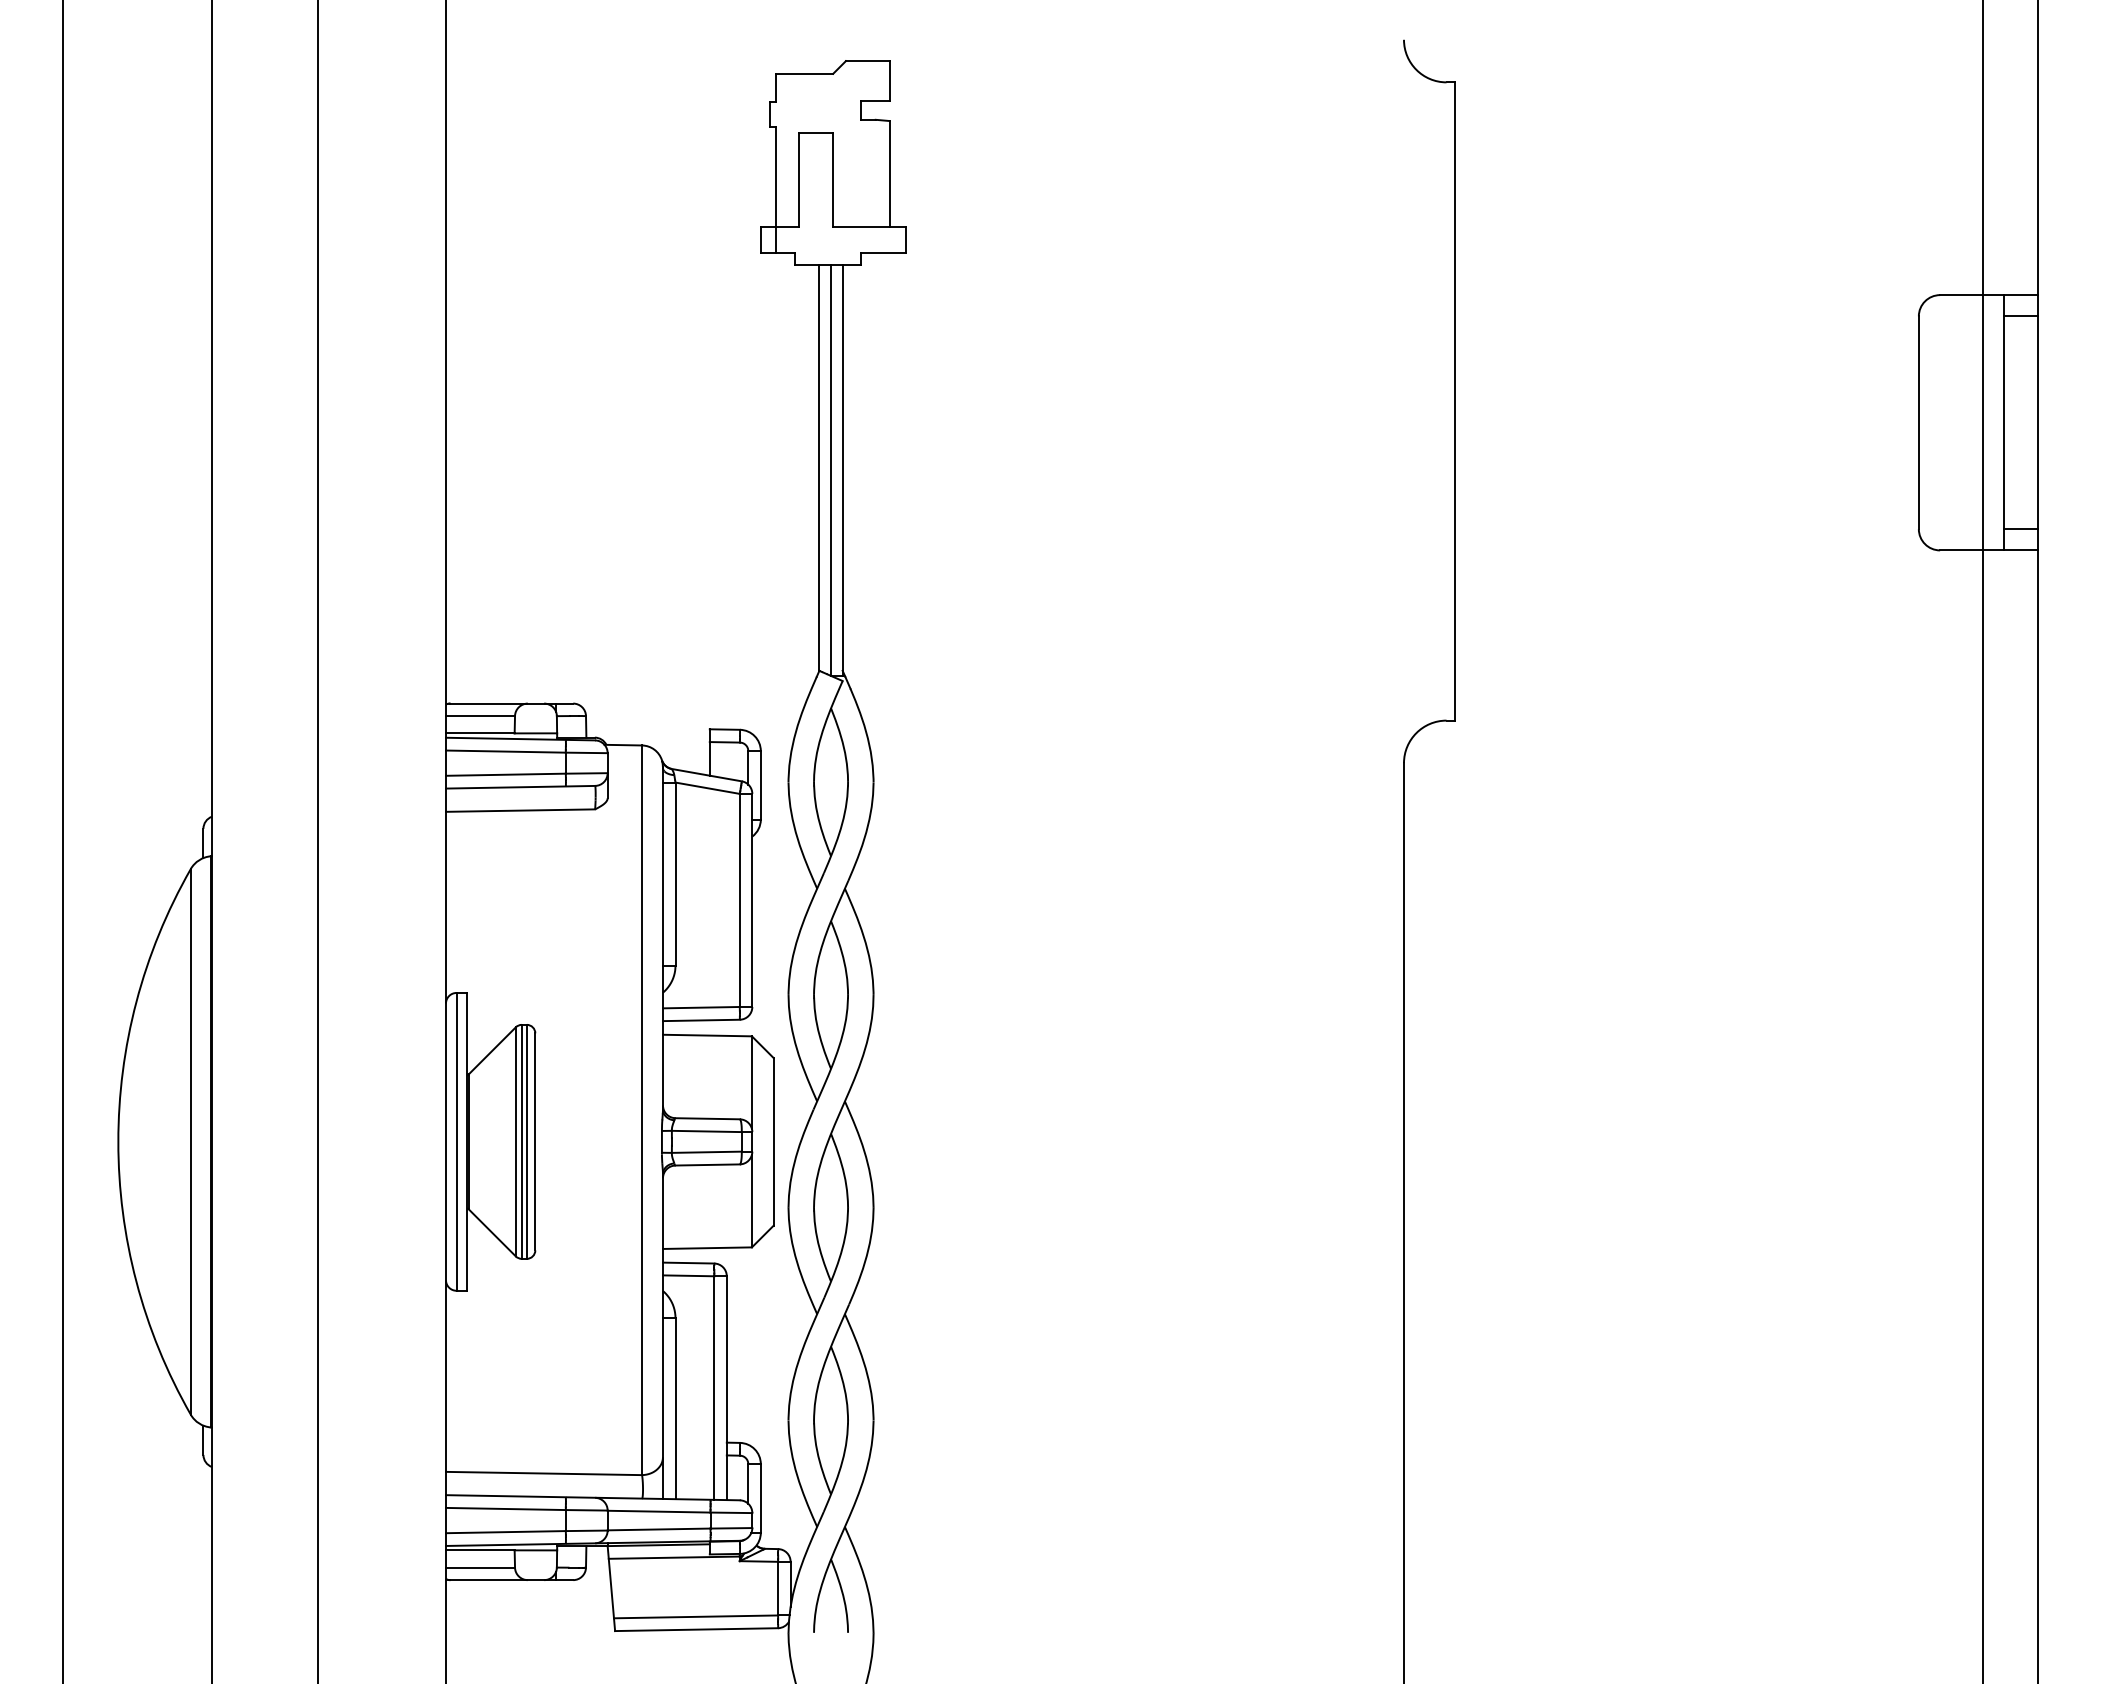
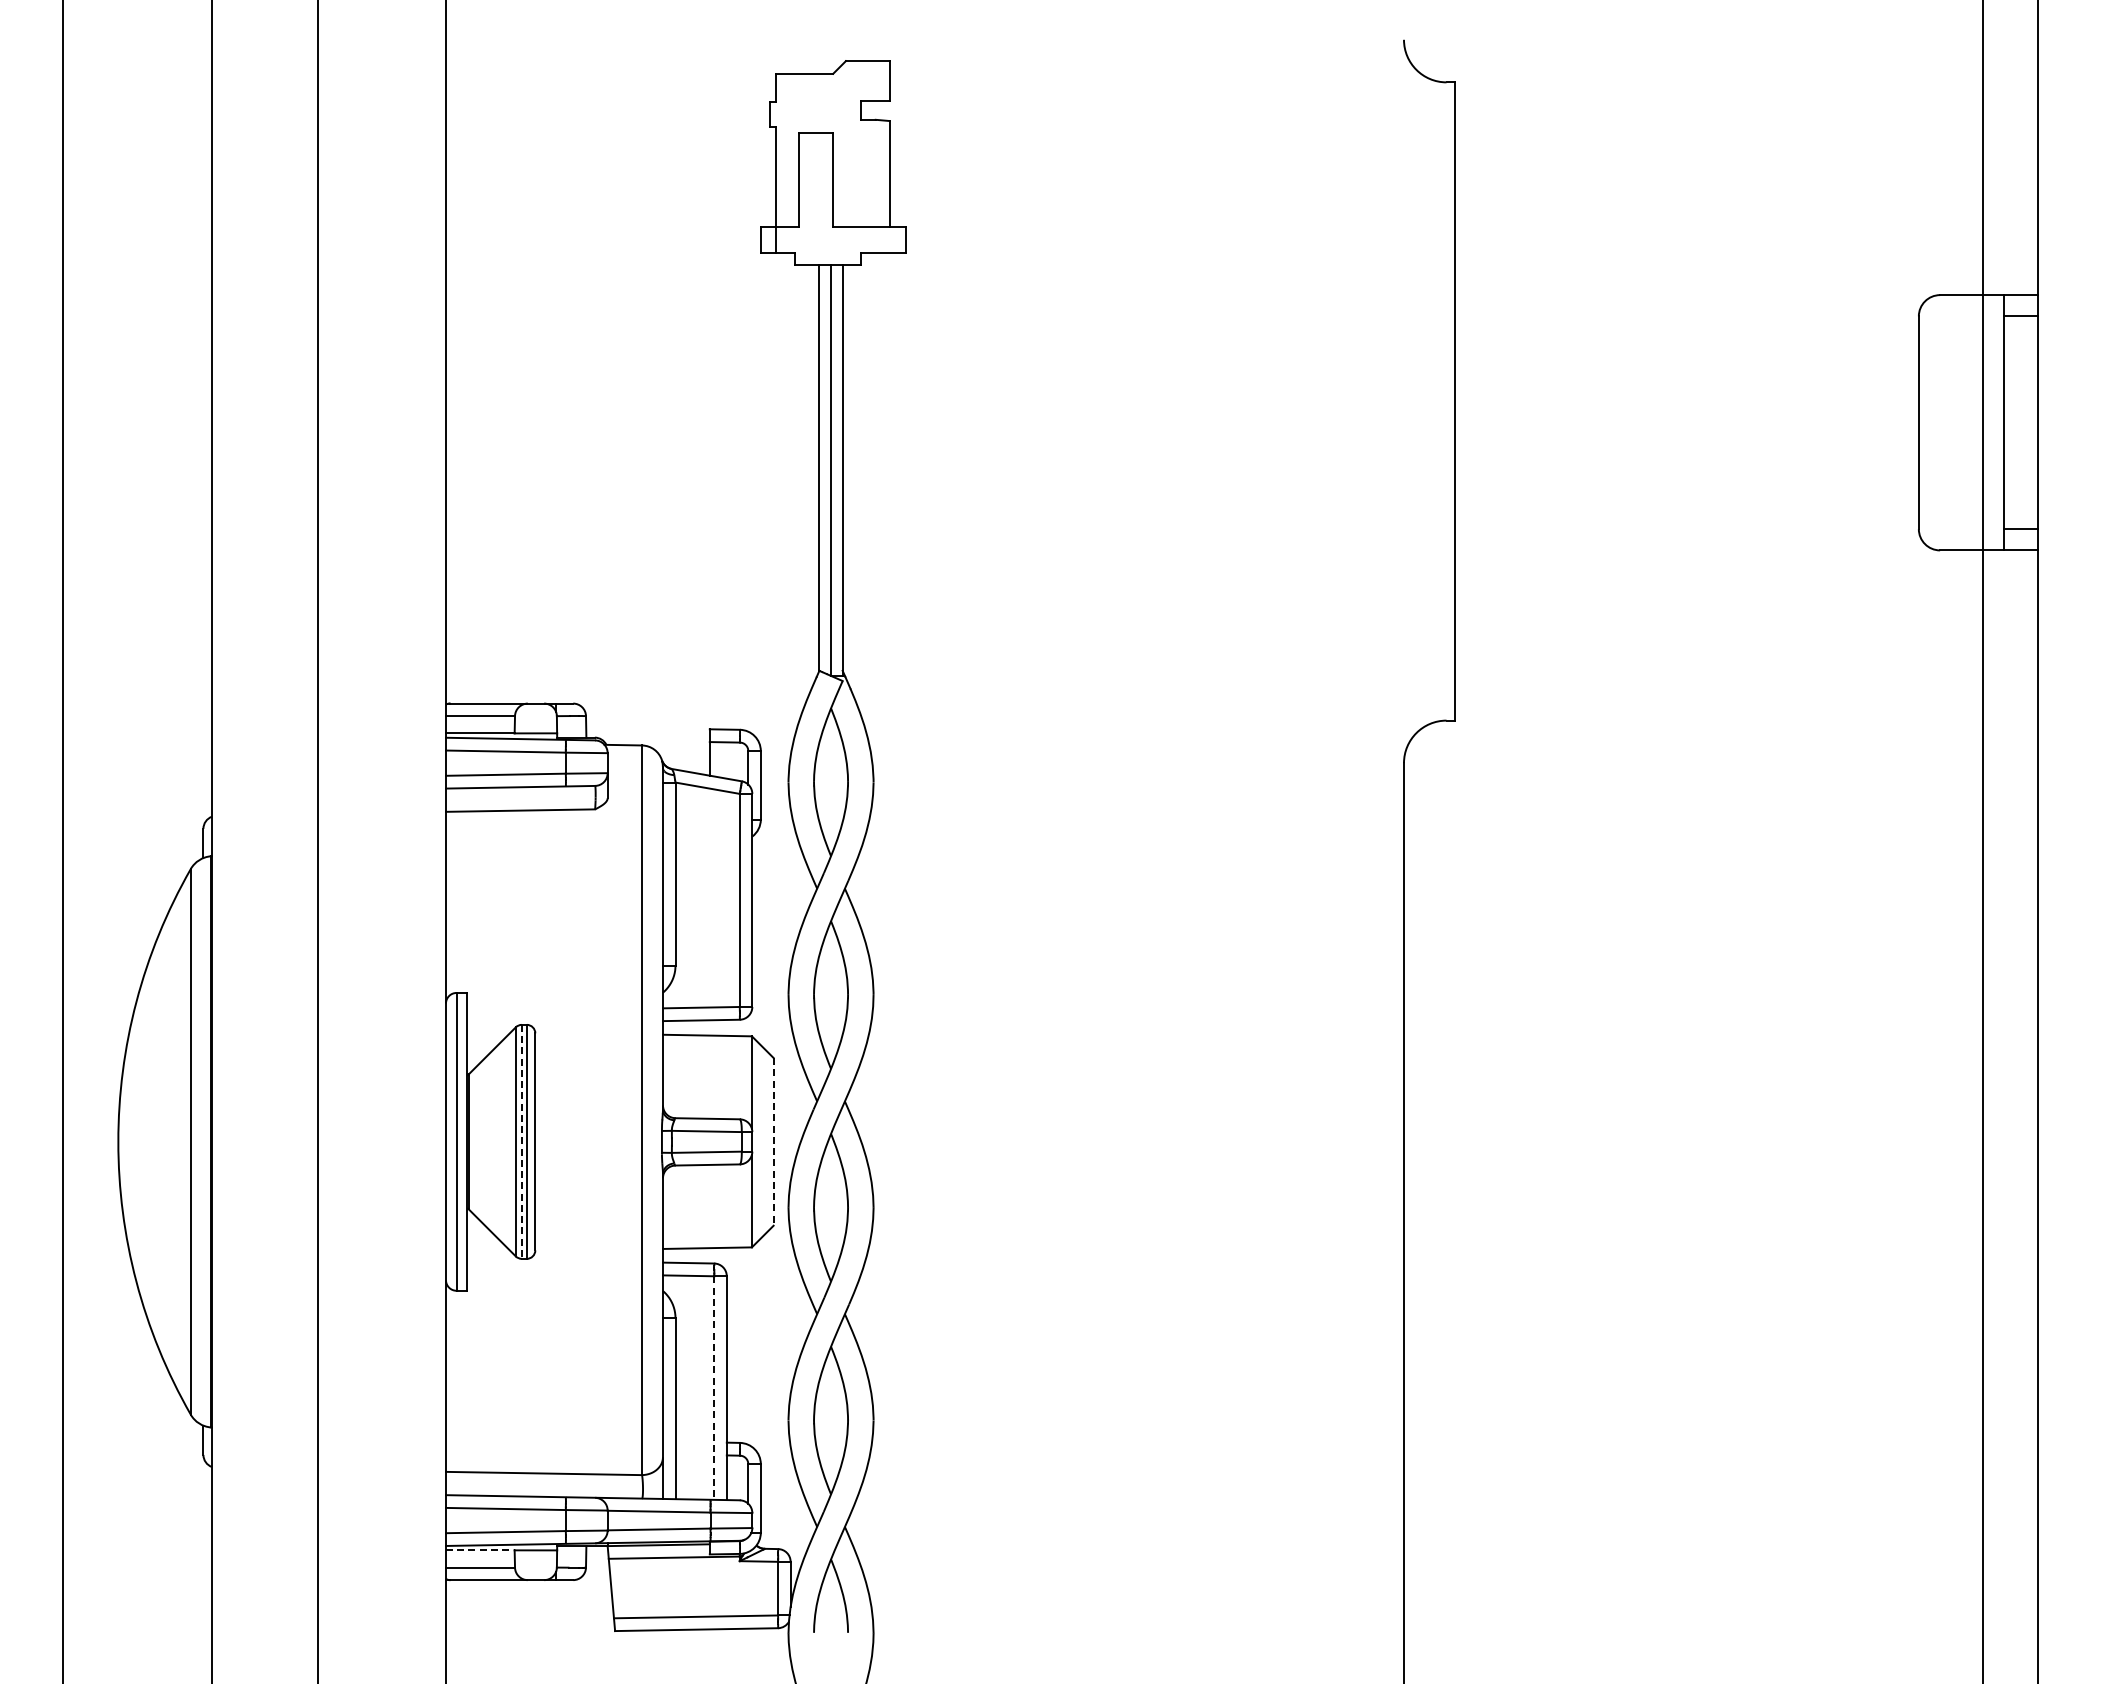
line at (773, 1141): solid -> dashed
line at (521, 1142): solid -> dashed
line at (714, 1388): solid -> dashed
line at (480, 1550): solid -> dashed
